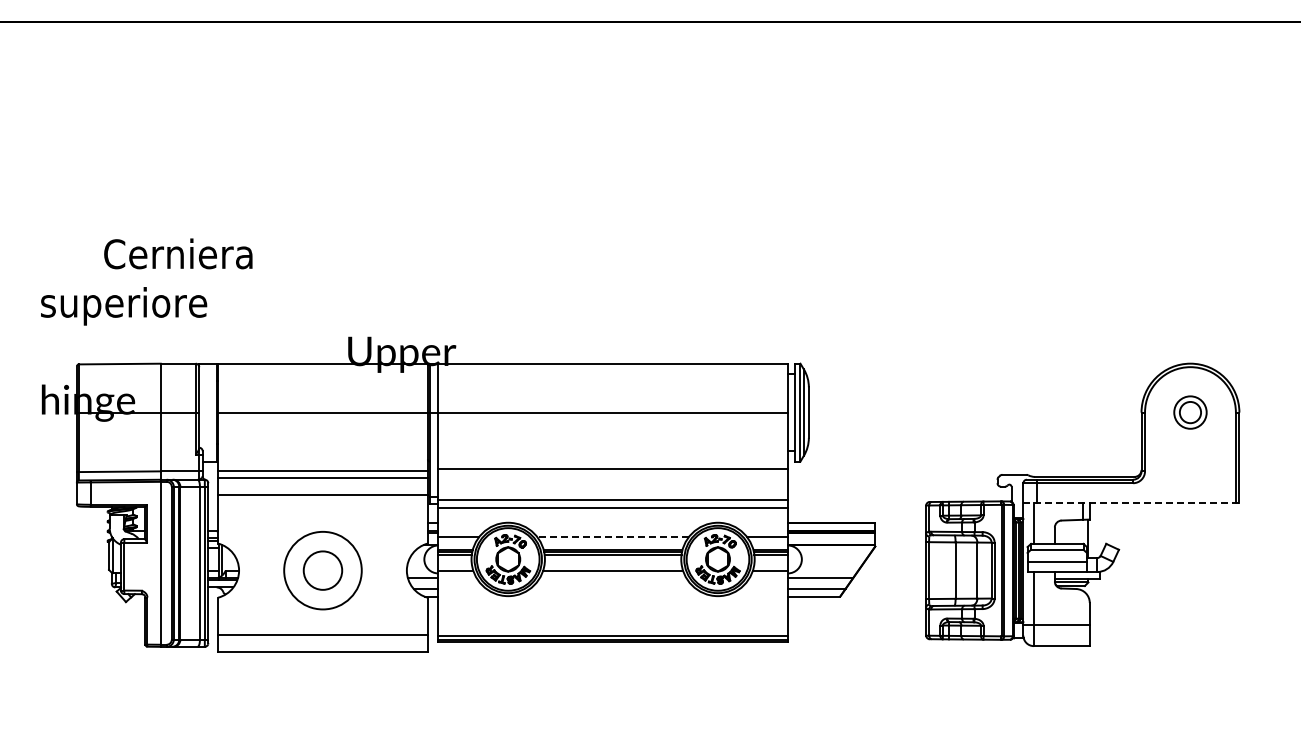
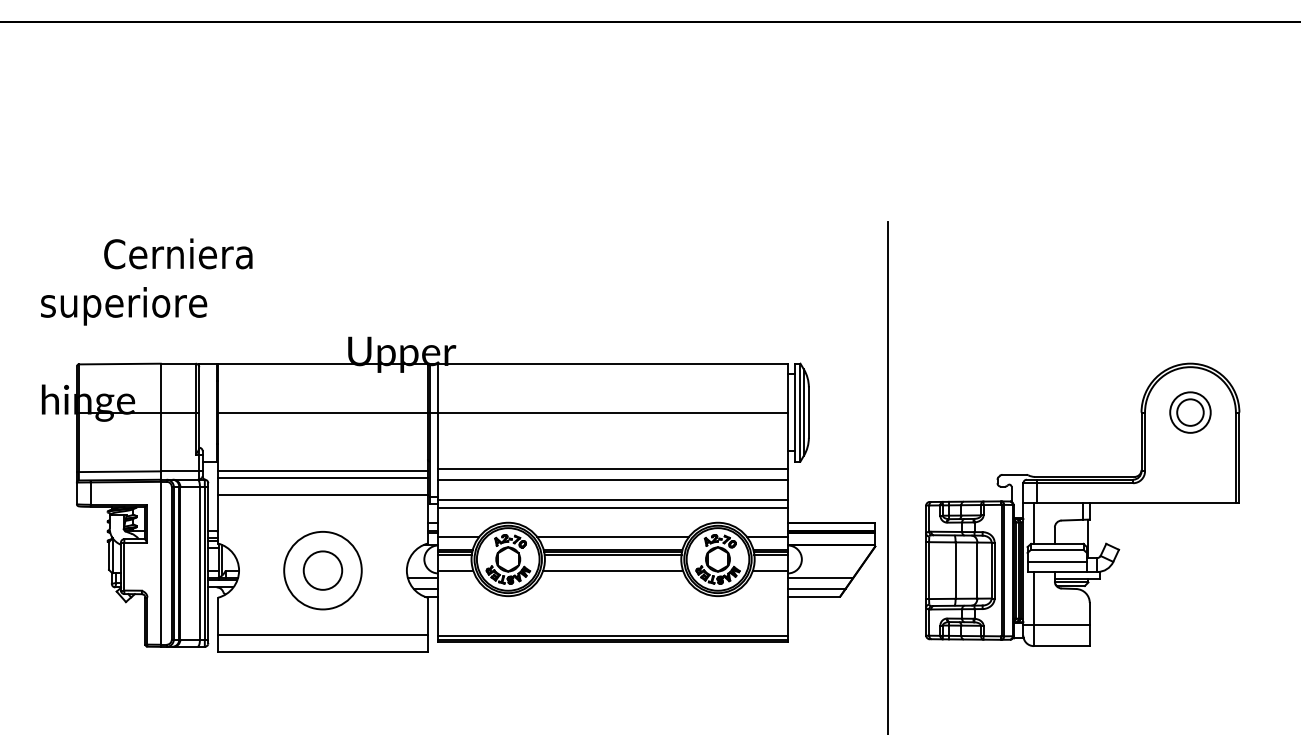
part at (1190, 412) size: 35x35 px -> 43x43 px
line at (887, 476): none -> present
line at (612, 479): none -> present
line at (1130, 503): dashed -> solid
line at (613, 537): dashed -> solid
